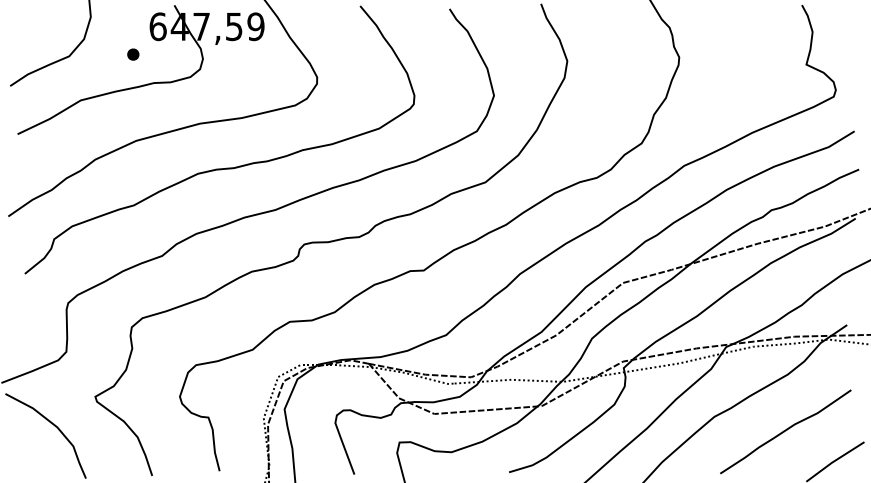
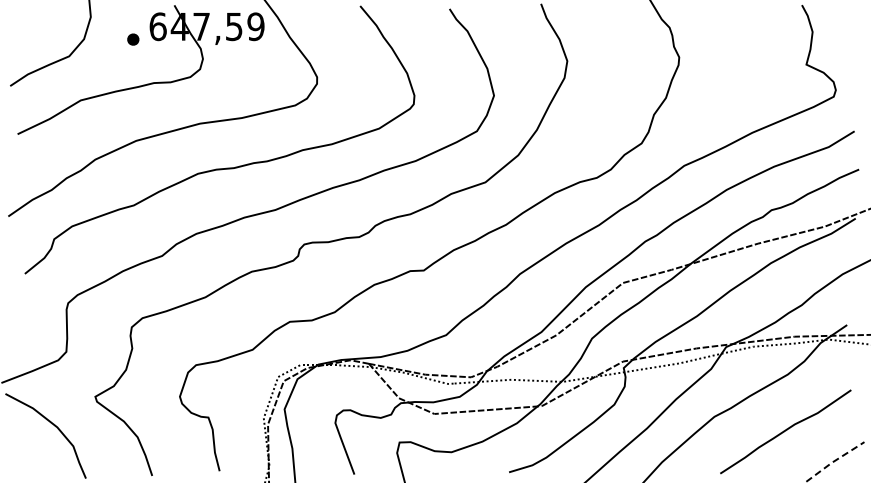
part at (133, 54) position: (133, 54) -> (133, 39)
line at (834, 461): solid -> dashed
